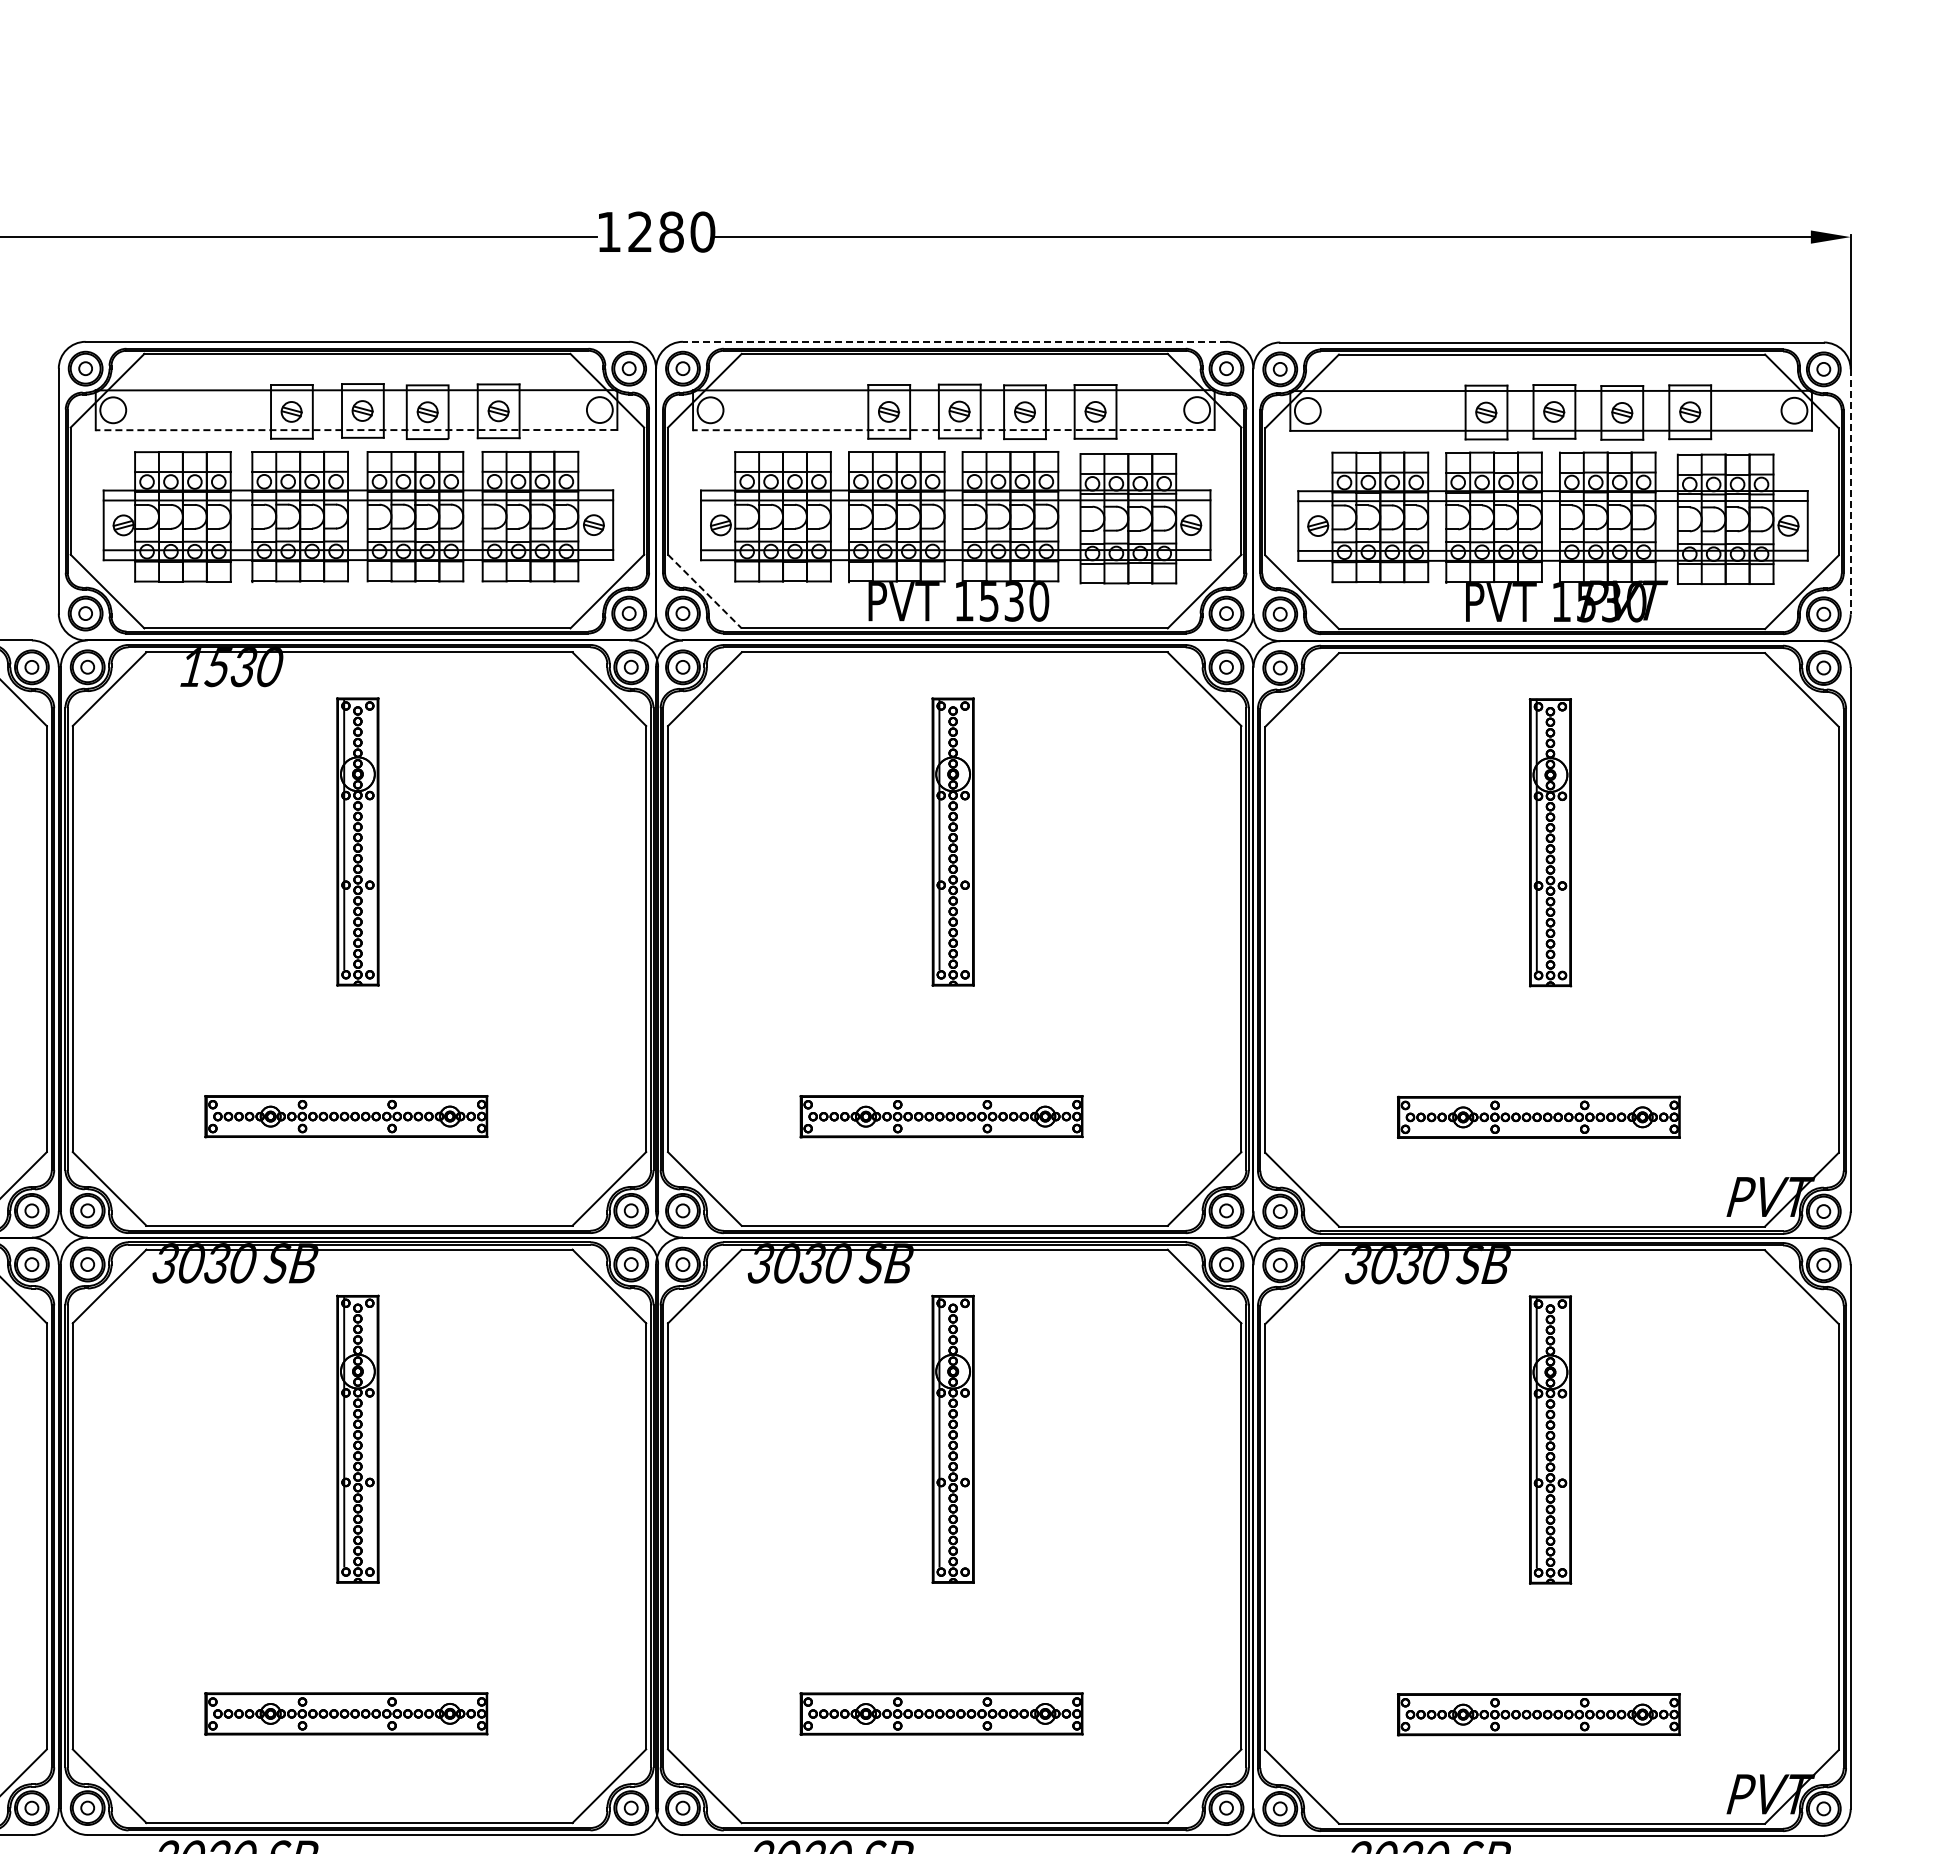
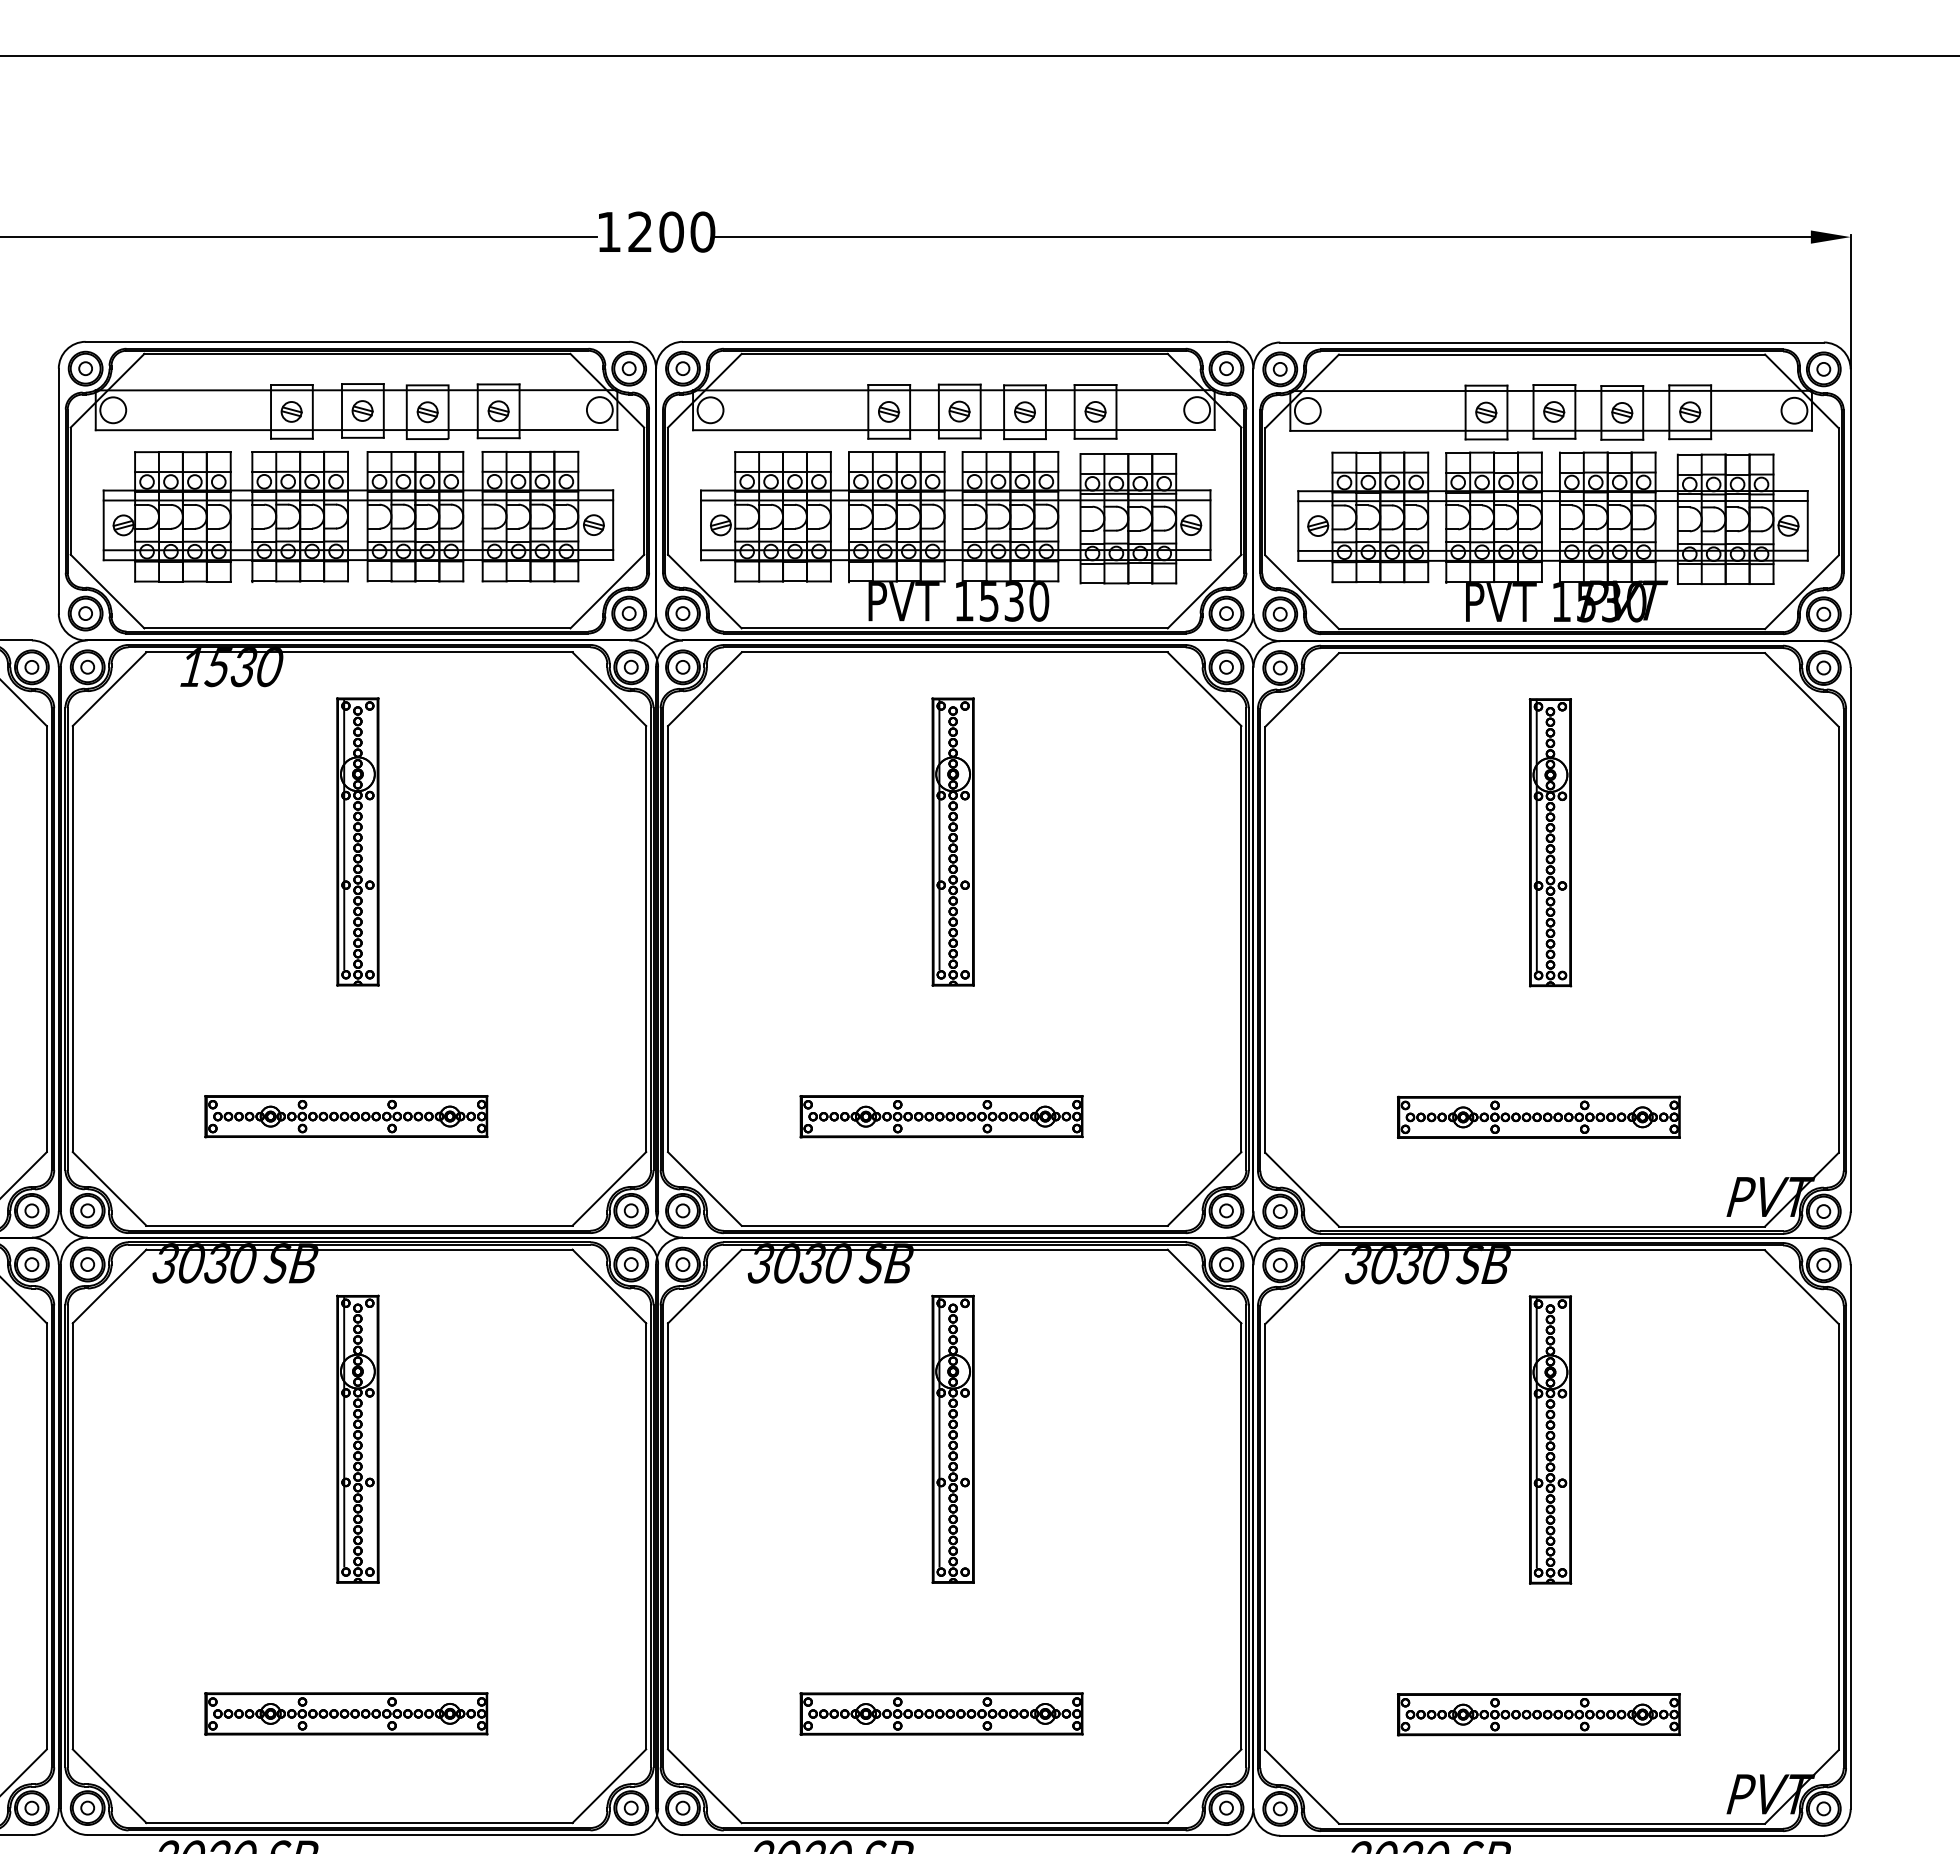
line at (979, 55): none -> present
text at (671, 231): 1280 -> 1200
line at (954, 341): dashed -> solid
line at (356, 430): dashed -> solid
line at (953, 430): dashed -> solid
line at (1850, 492): dashed -> solid
line at (705, 591): dashed -> solid
